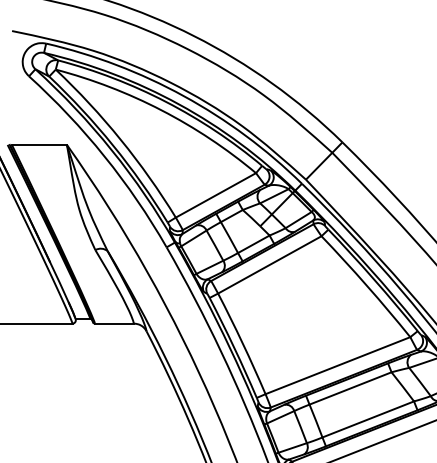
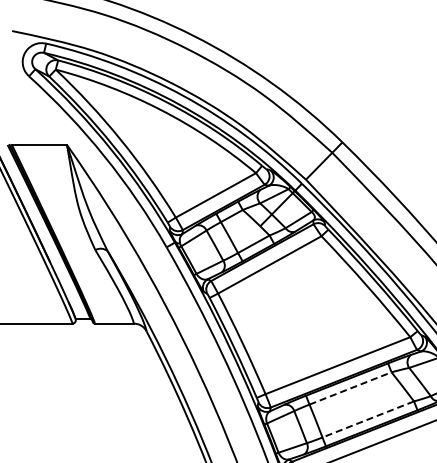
line at (351, 388): solid -> dashed
line at (367, 419): solid -> dashed
